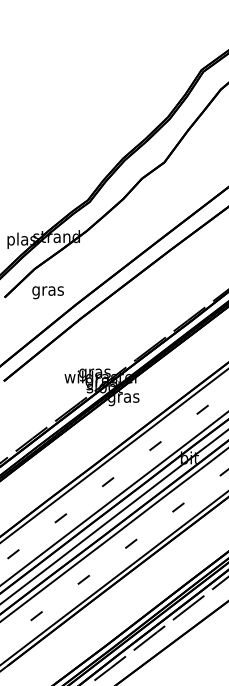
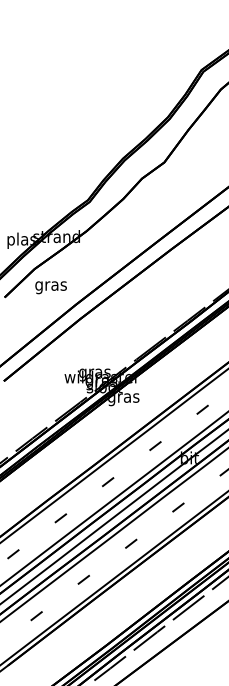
text at (47, 292) position: (47, 292) -> (50, 287)
